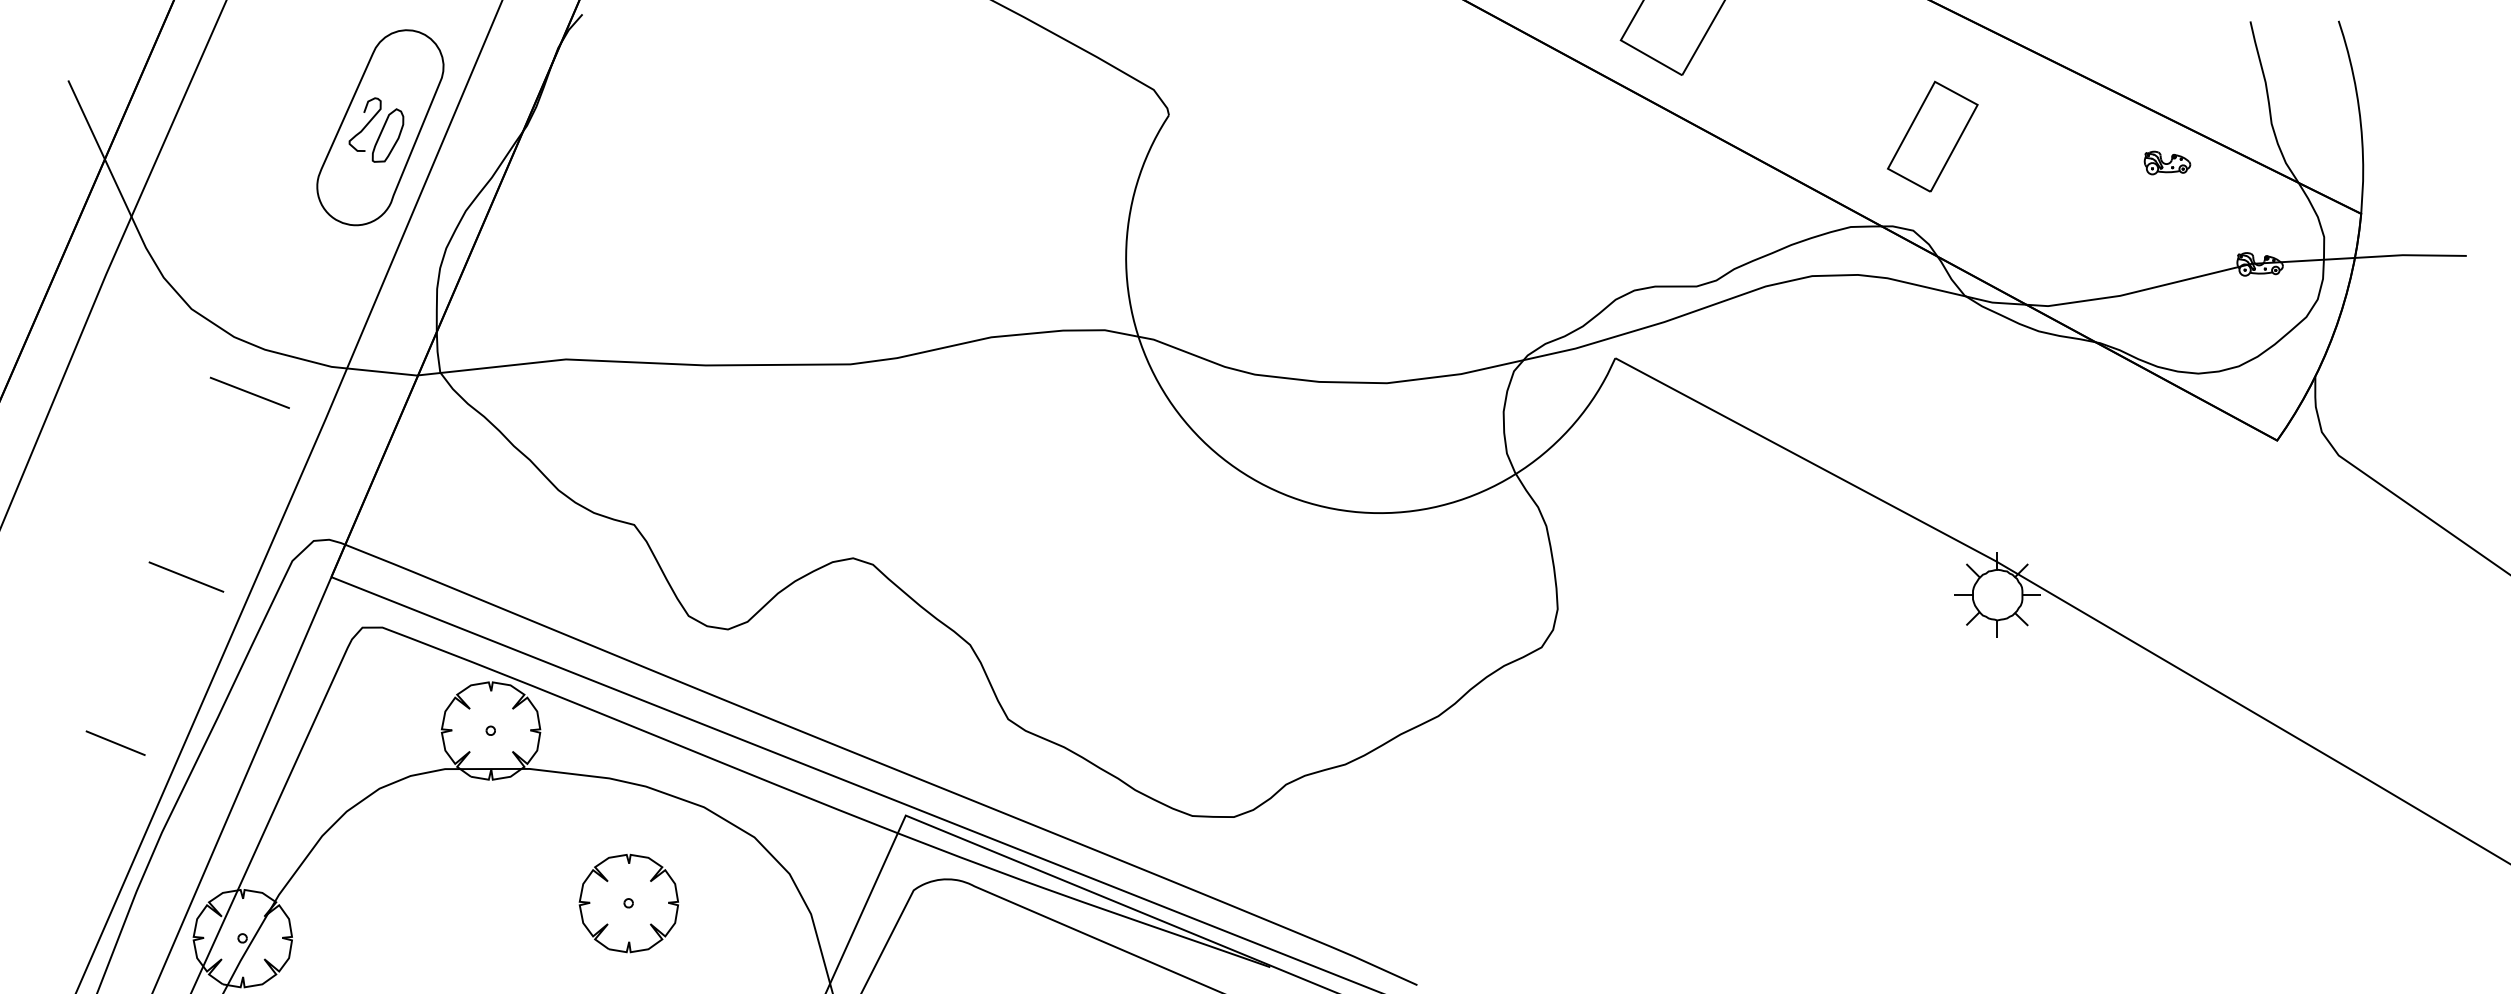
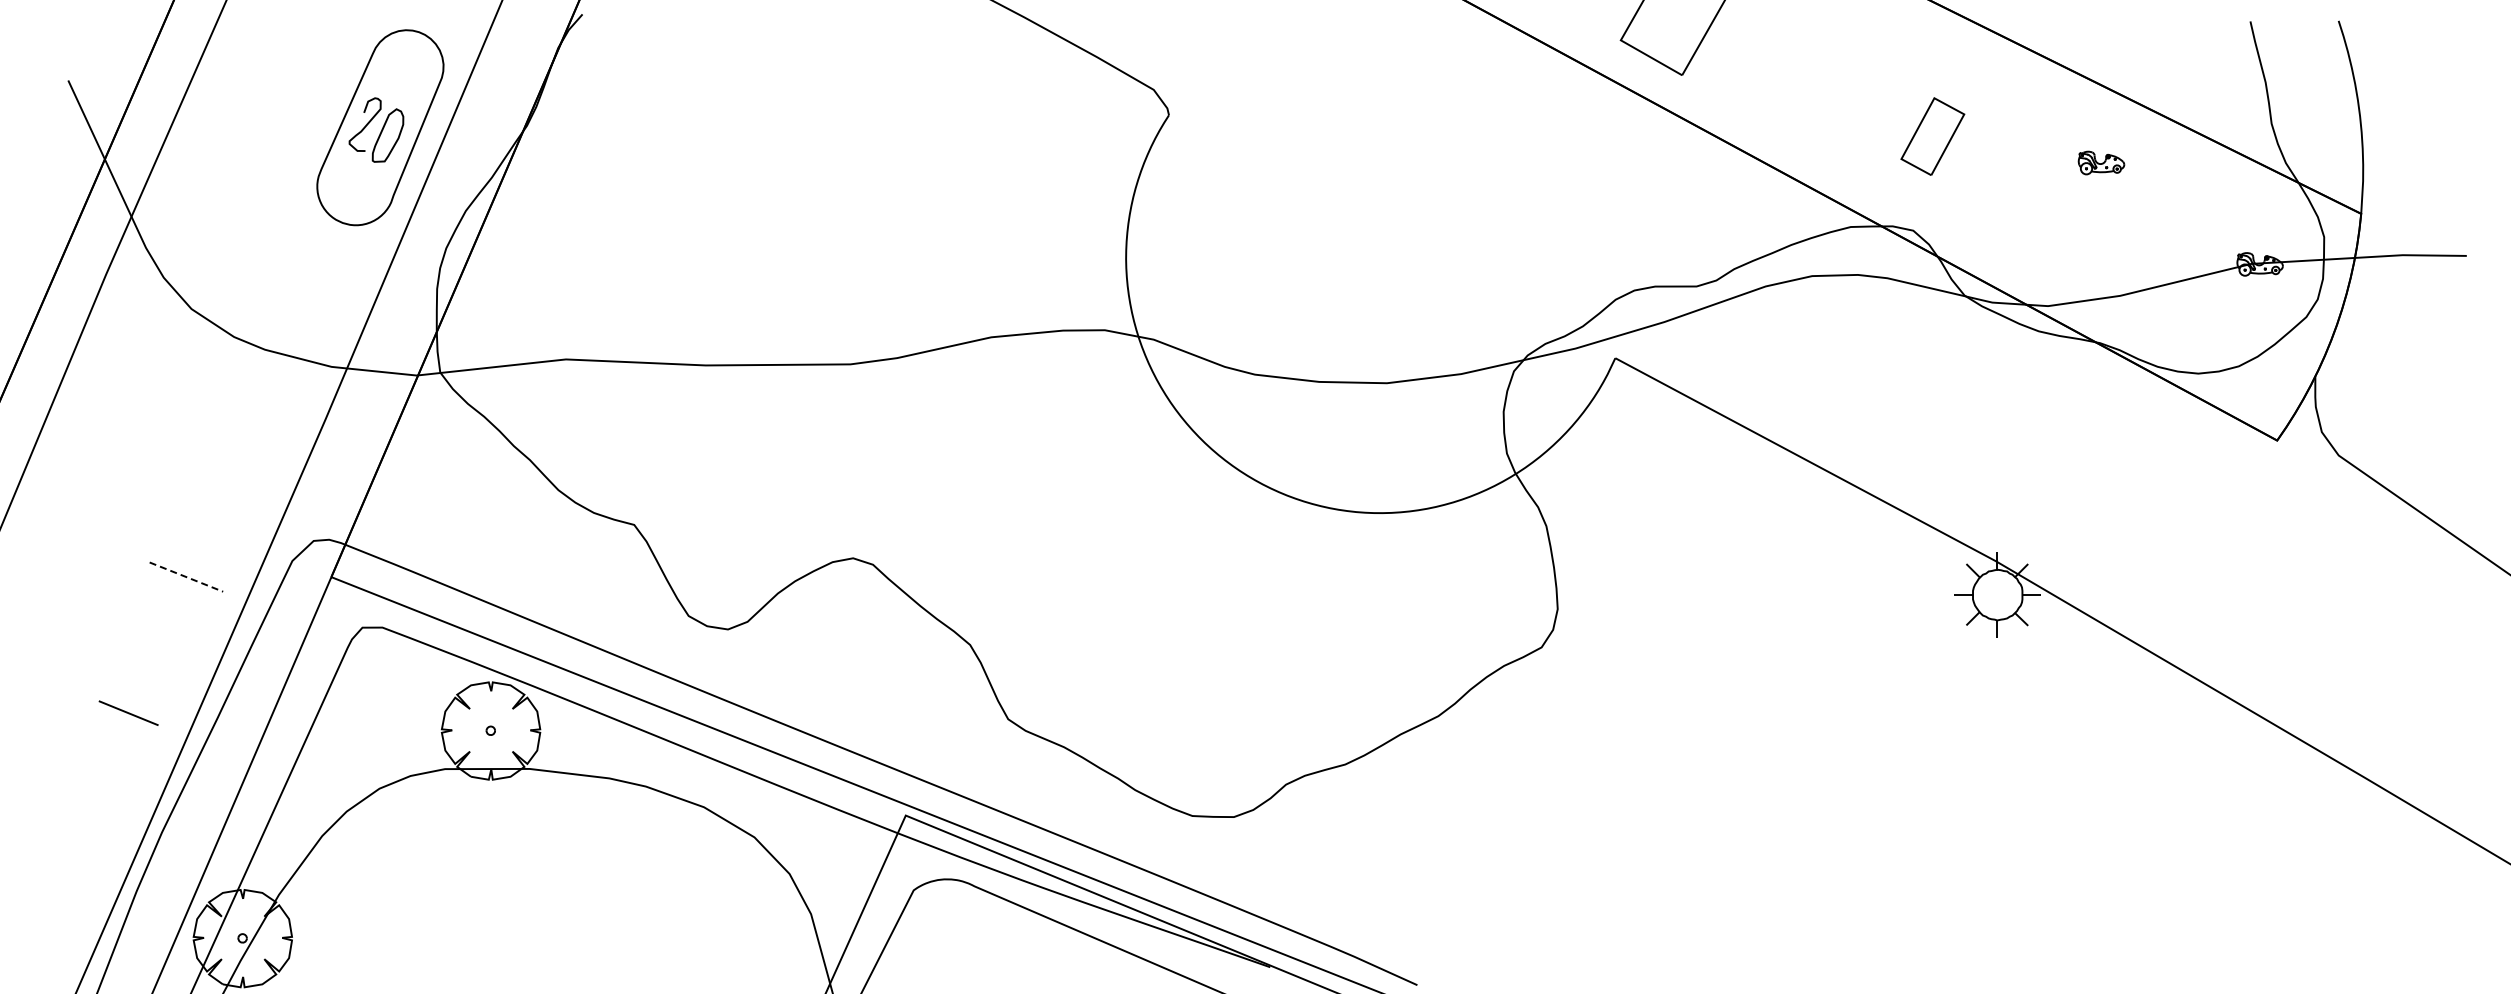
part at (1932, 136) size: 92x113 px -> 66x79 px
part at (2167, 162) position: (2167, 162) -> (2101, 162)
line at (249, 392): present -> none
line at (186, 577): solid -> dashed
line at (115, 742) position: (115, 742) -> (128, 712)
part at (628, 903): present -> none
